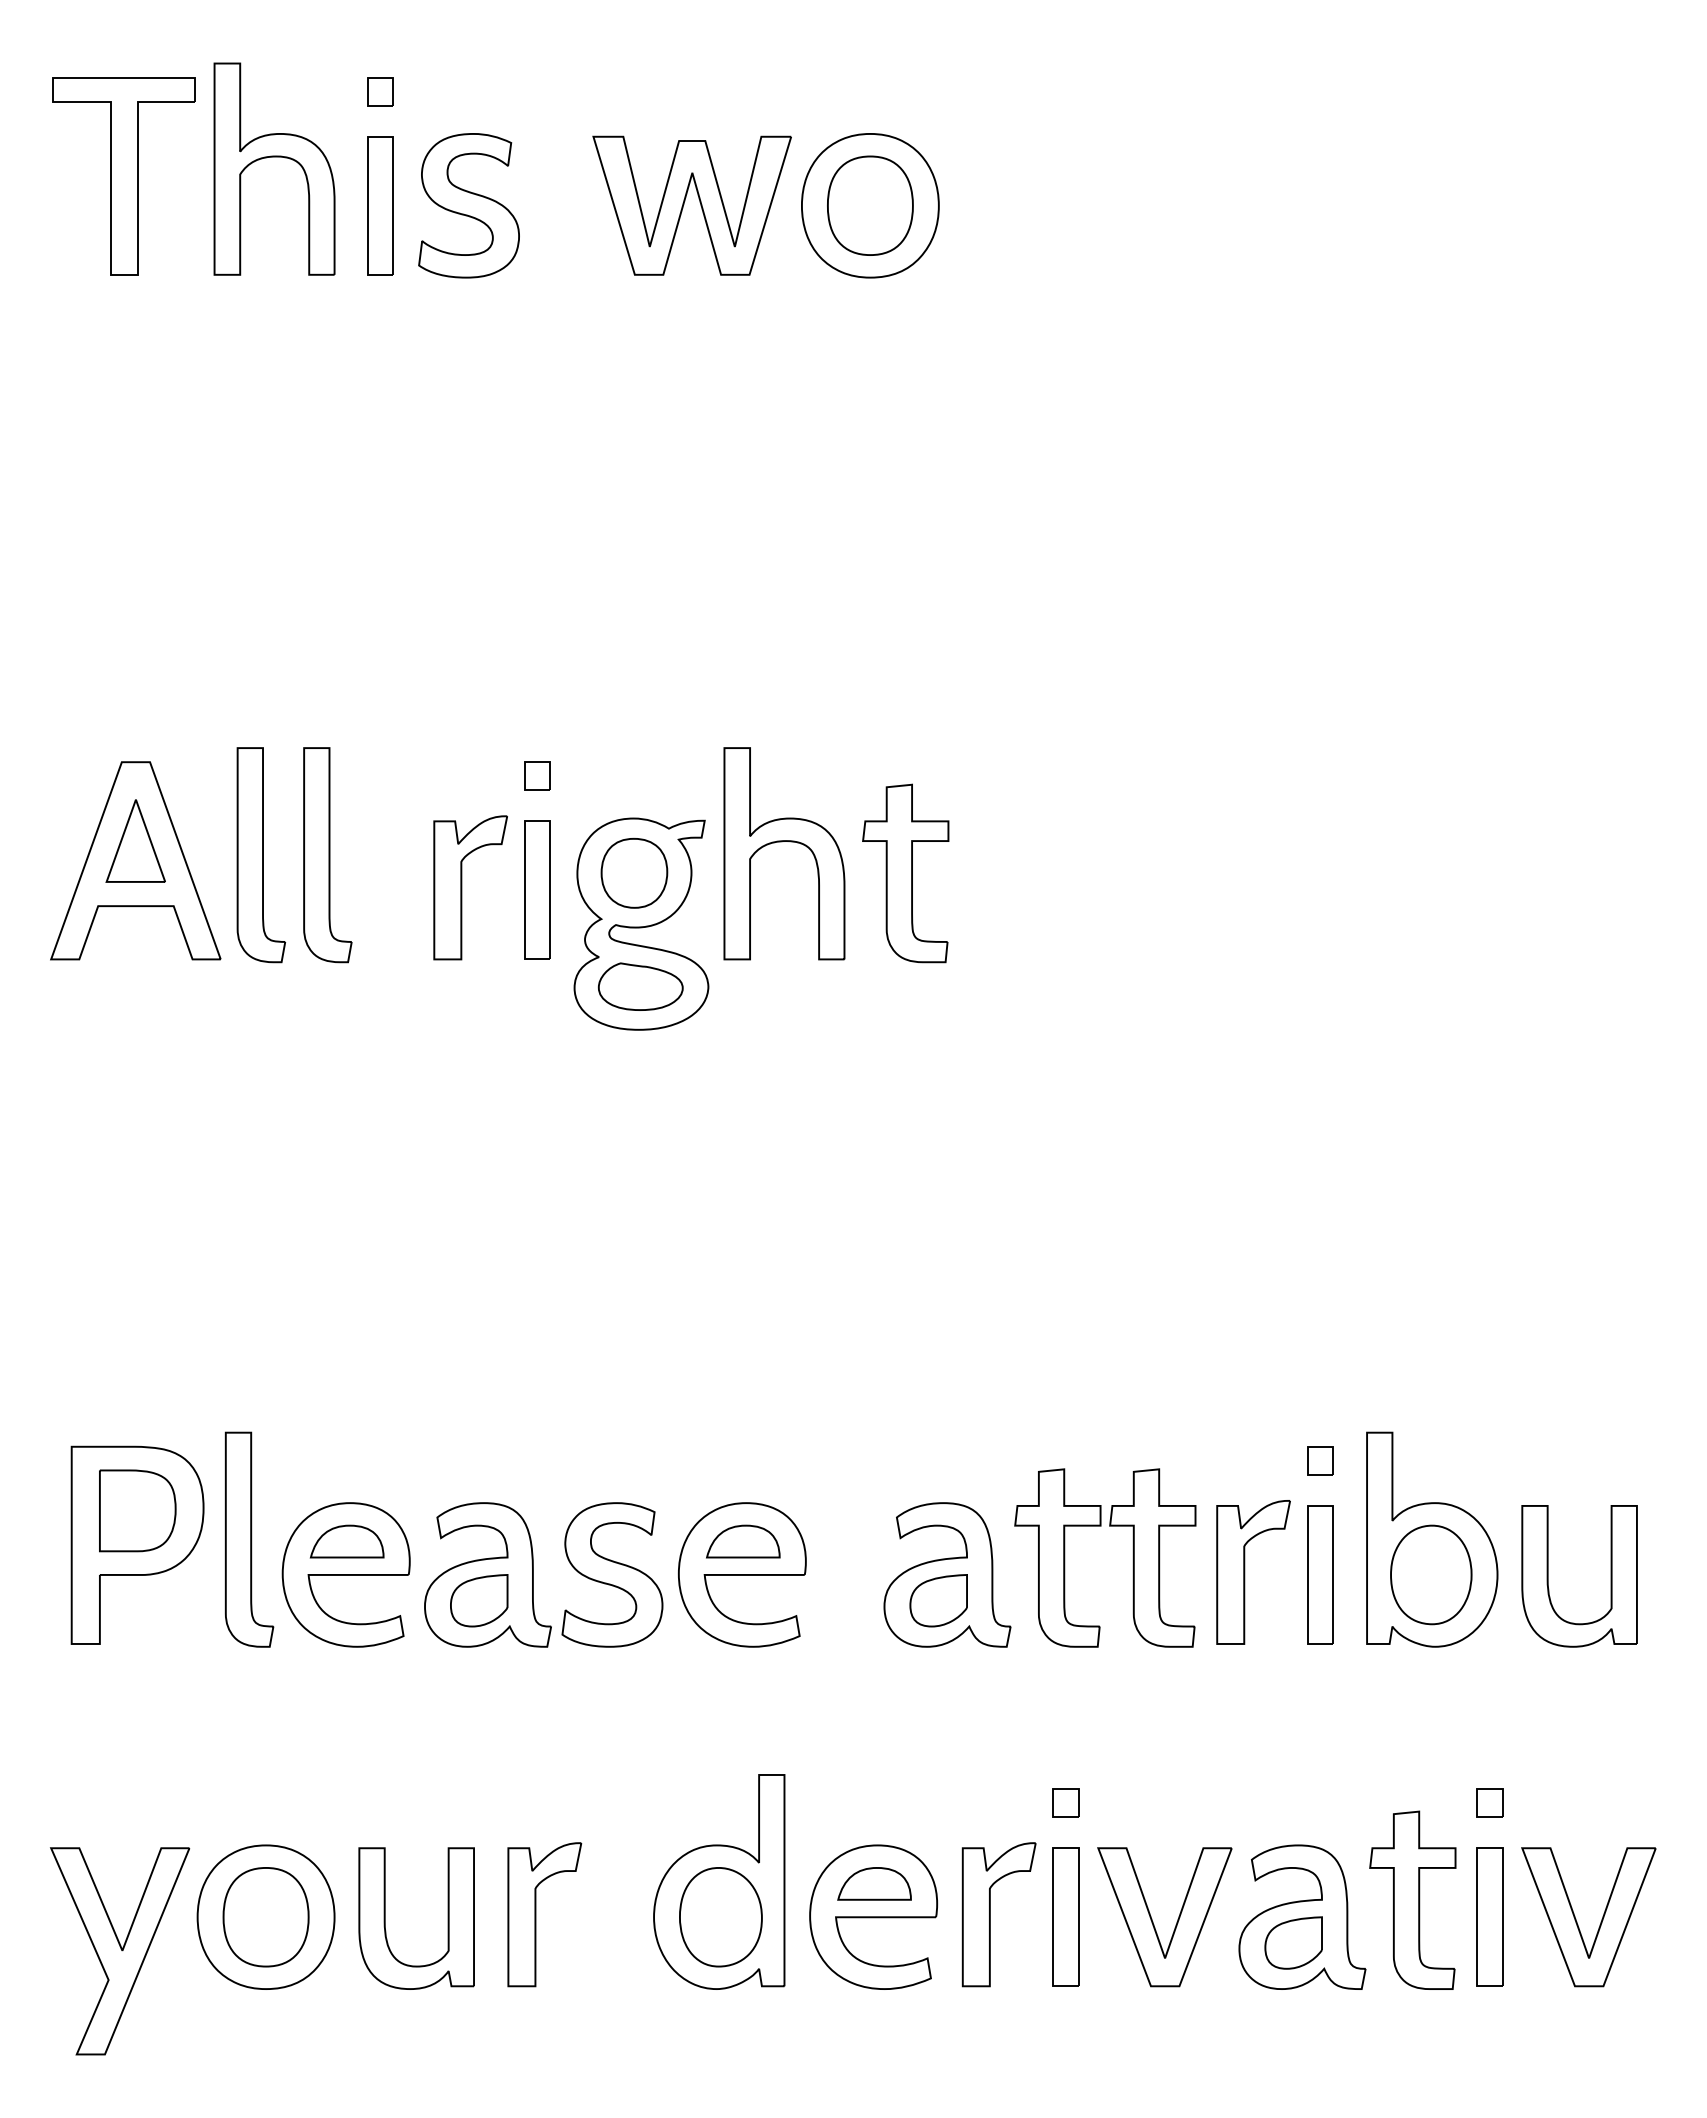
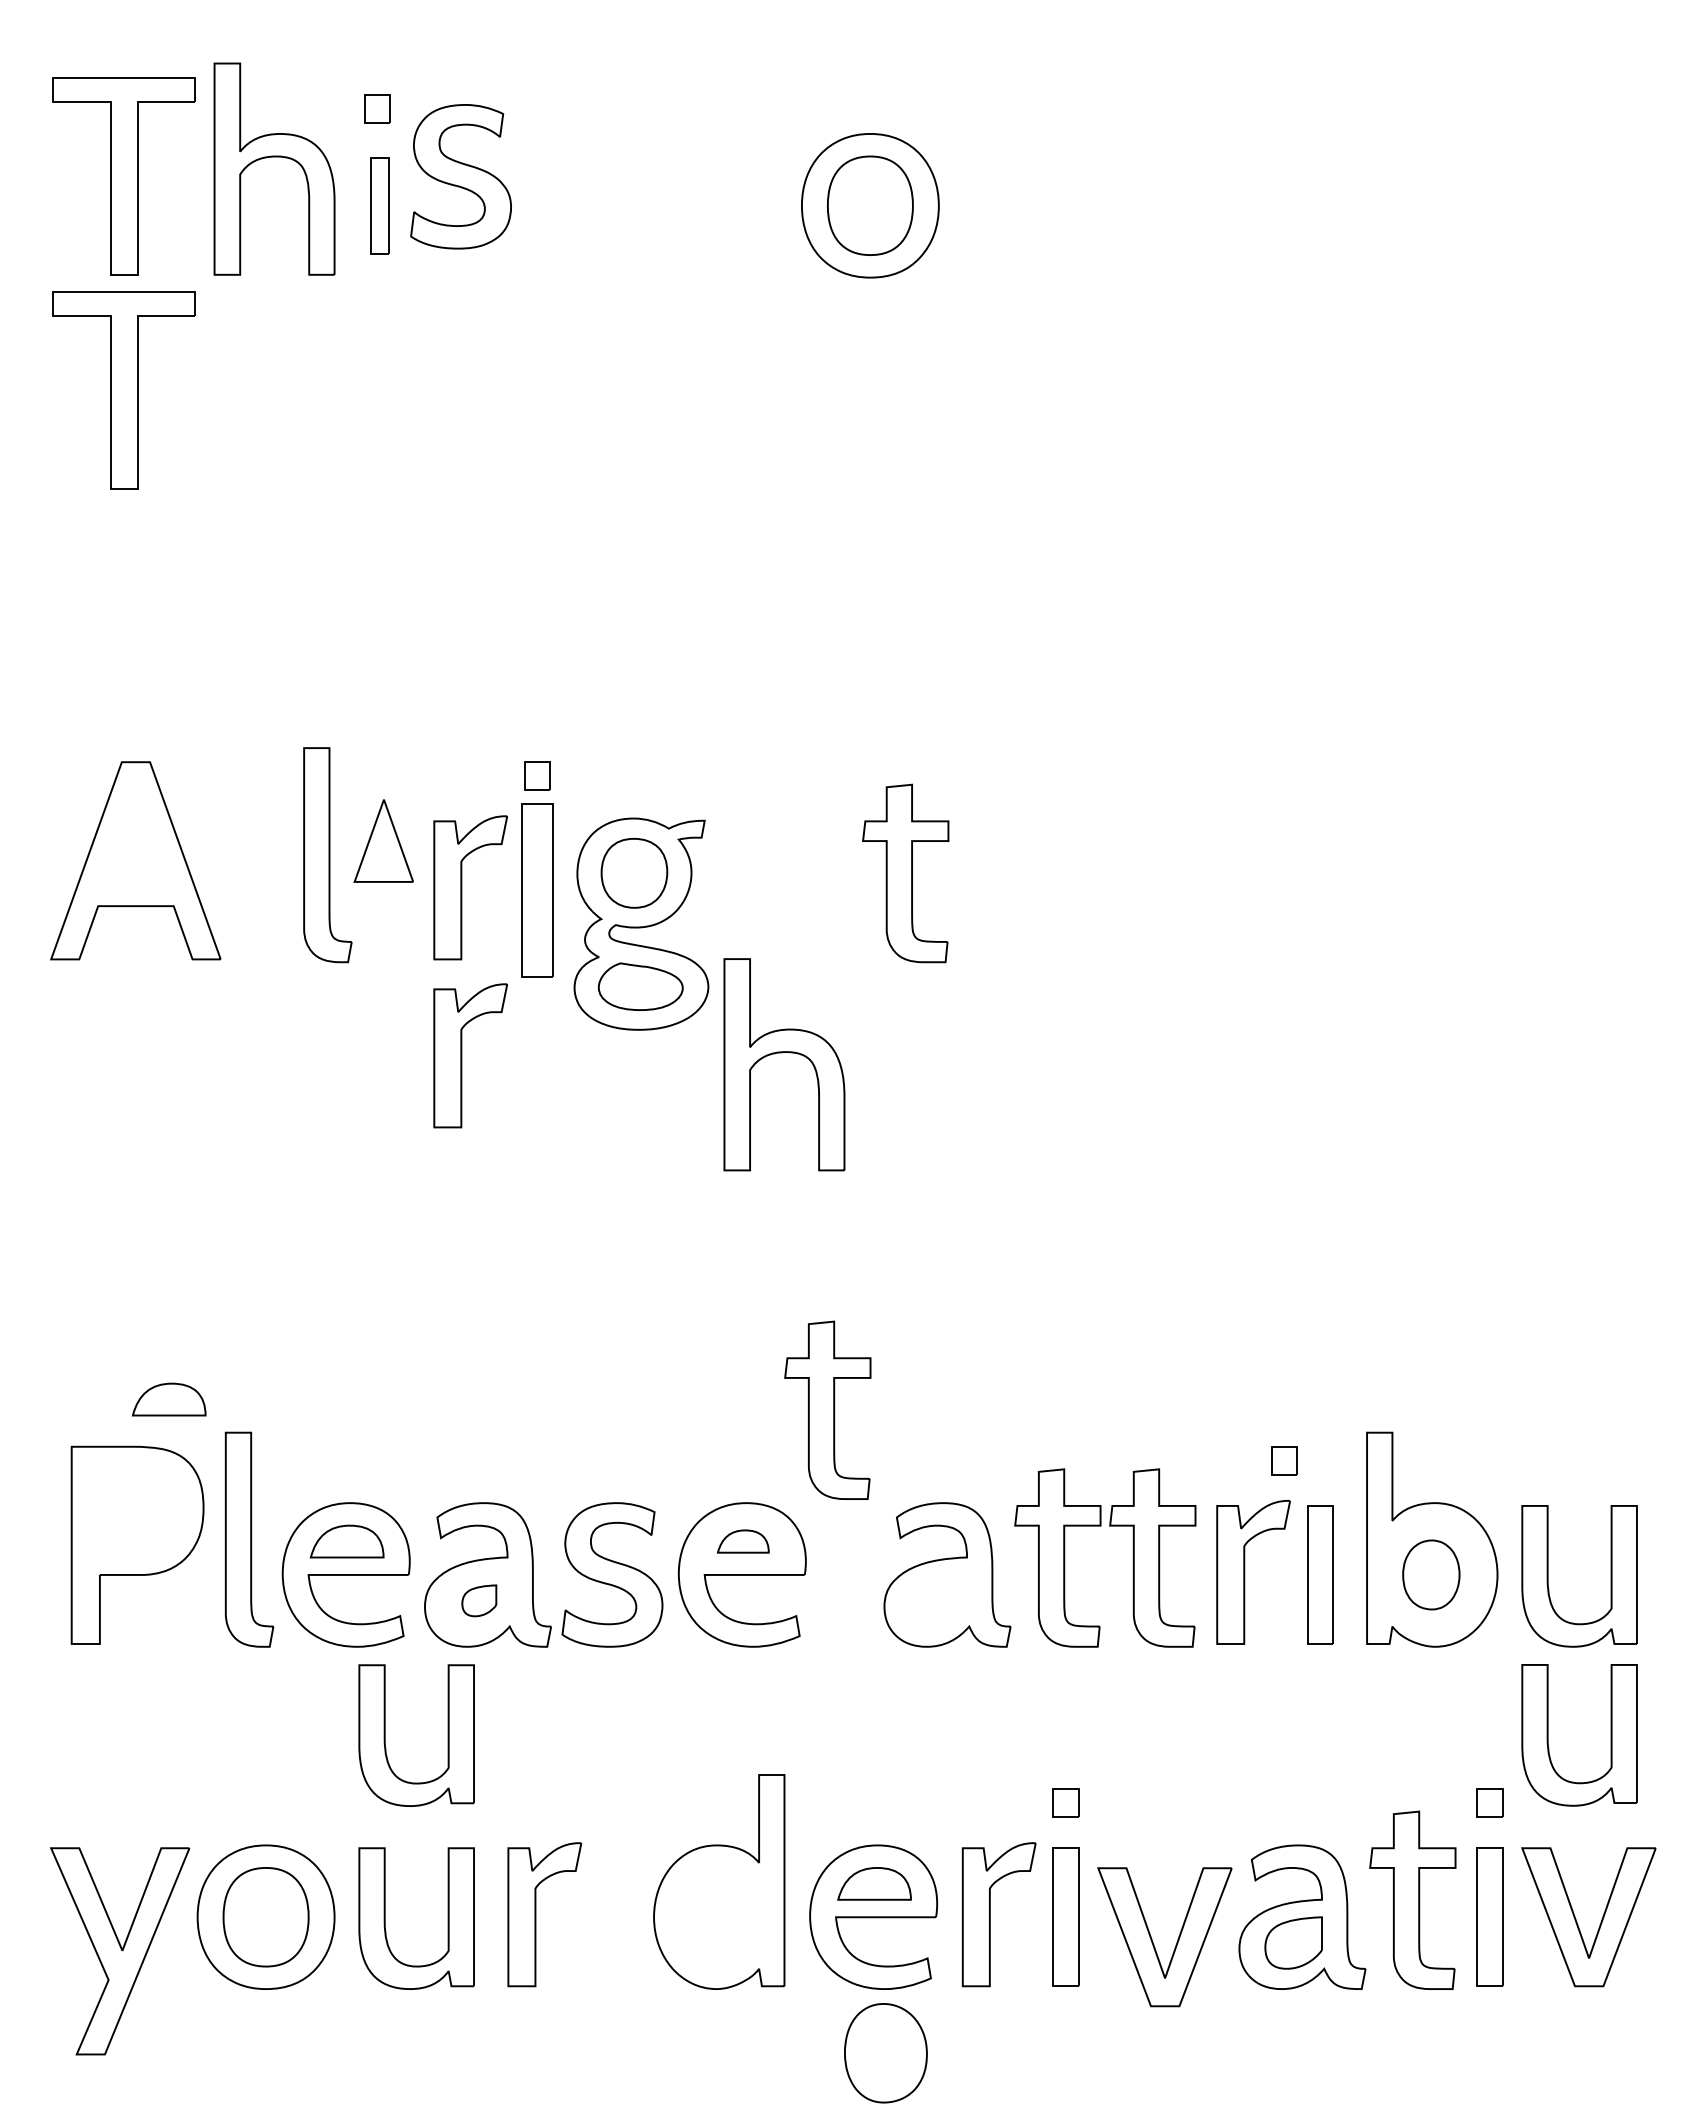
part at (380, 91) position: (380, 91) -> (377, 108)
part at (684, 204): present -> none
part at (380, 205) size: 27x140 px -> 20x98 px
part at (468, 205) position: (468, 205) -> (460, 176)
part at (123, 390): none -> present
part at (135, 840) position: (135, 840) -> (383, 840)
part at (782, 842) position: (782, 842) -> (782, 1053)
part at (261, 855): present -> none
part at (537, 889) size: 27x140 px -> 33x175 px
part at (462, 1055): none -> present
part at (168, 1399): none -> present
part at (827, 1409): none -> present
part at (1320, 1460) position: (1320, 1460) -> (1284, 1460)
part at (137, 1510): present -> none
part at (743, 1541) size: 75x35 px -> 54x25 px
part at (1431, 1574) size: 83x102 px -> 59x72 px
part at (479, 1600) size: 59x54 px -> 37x34 px
part at (938, 1600): present -> none
part at (385, 1735): none -> present
part at (1548, 1735): none -> present
part at (720, 1917) position: (720, 1917) -> (885, 2053)
part at (1153, 1921) position: (1153, 1921) -> (1153, 1941)
